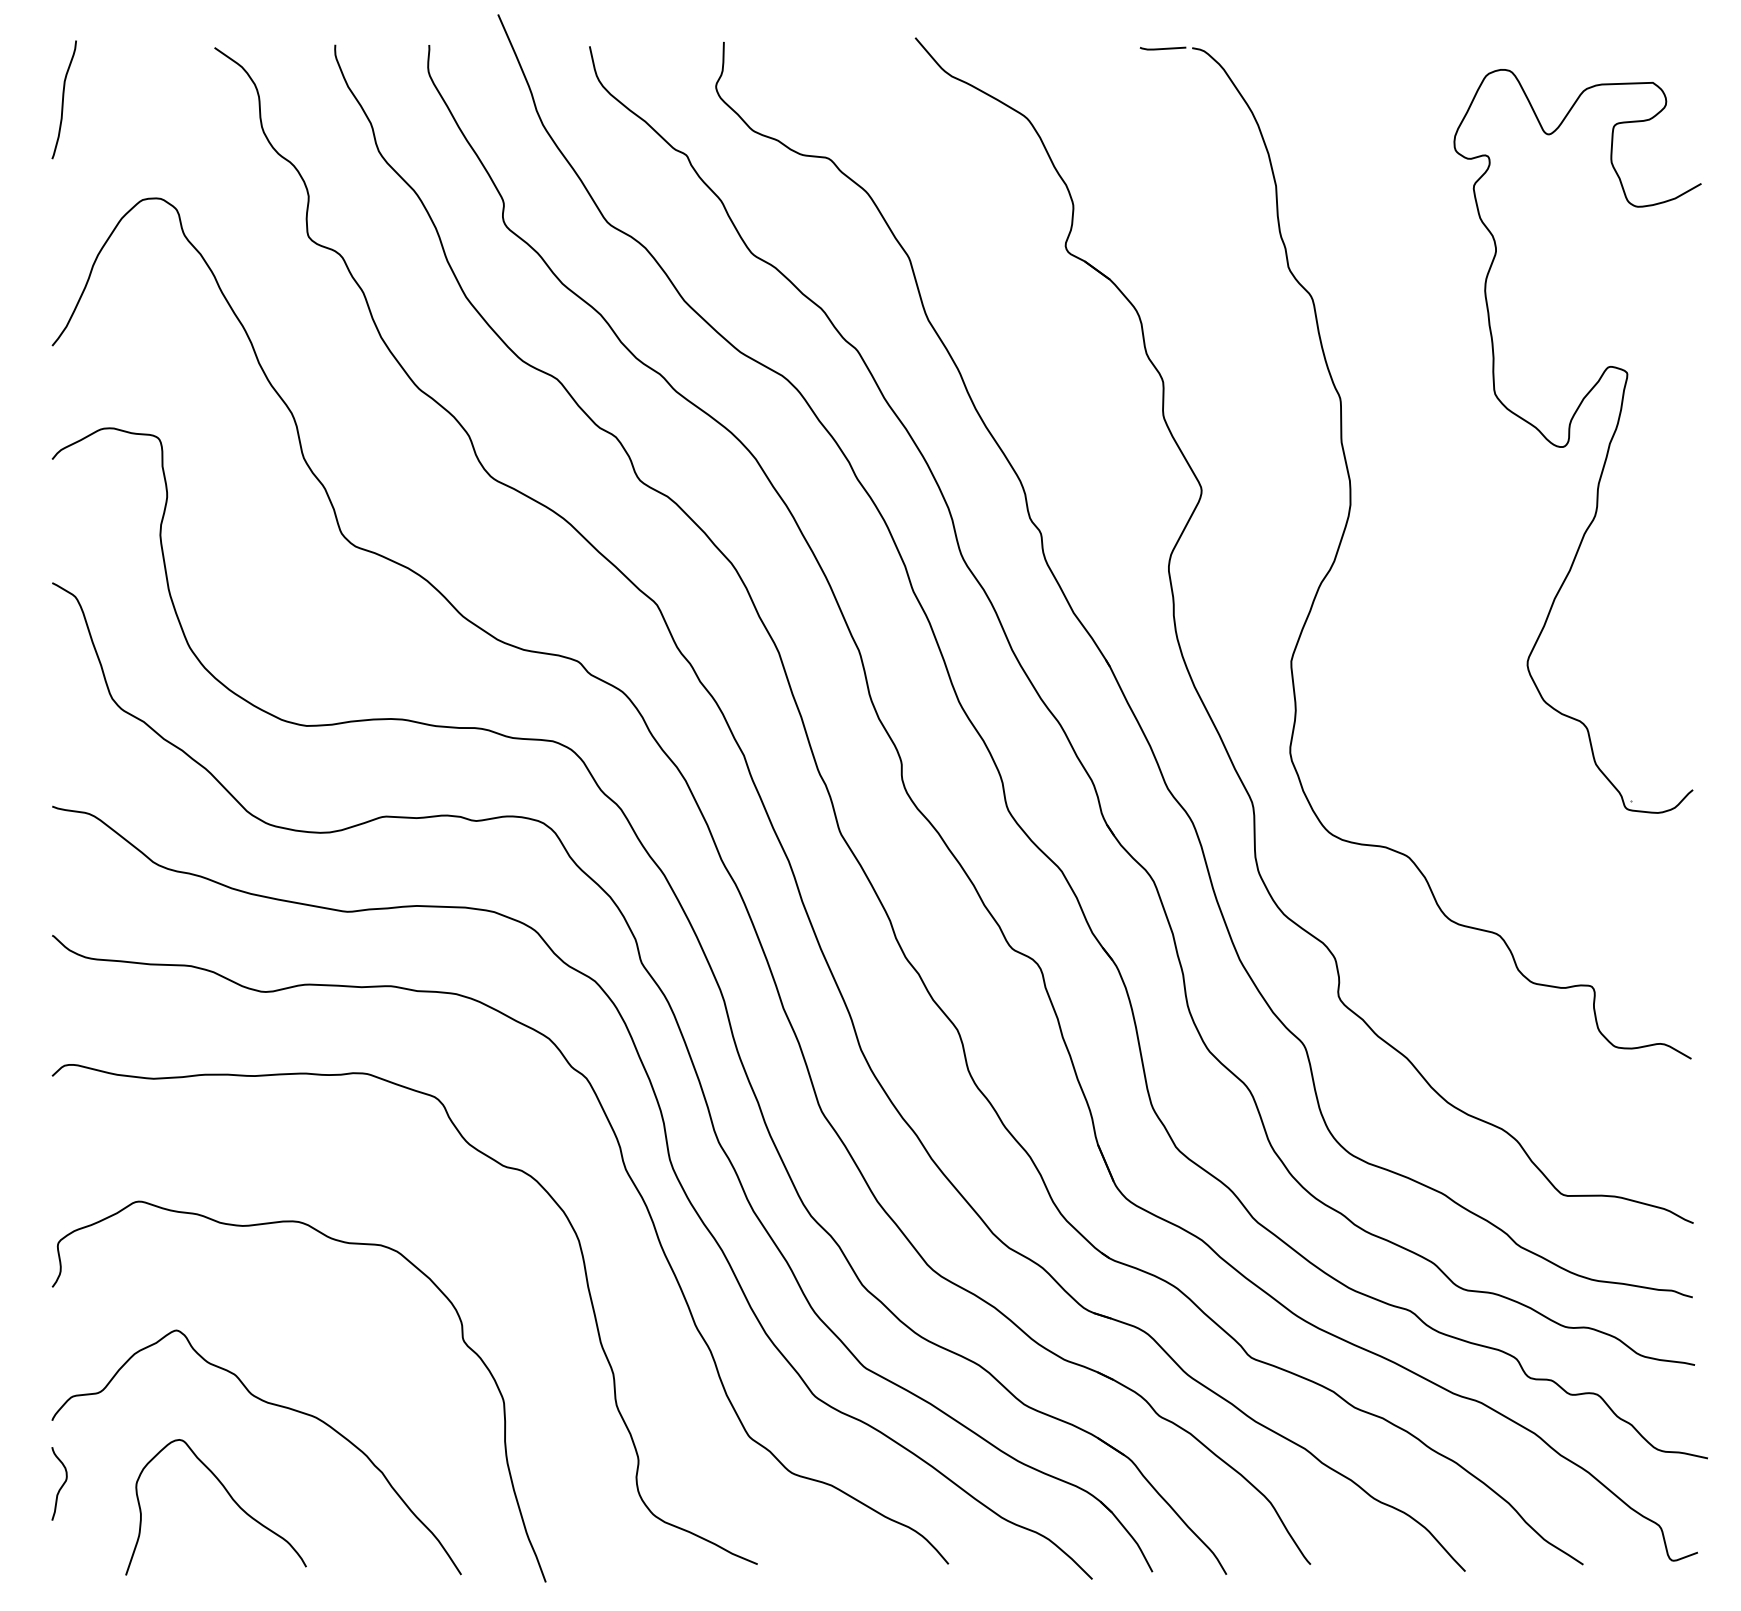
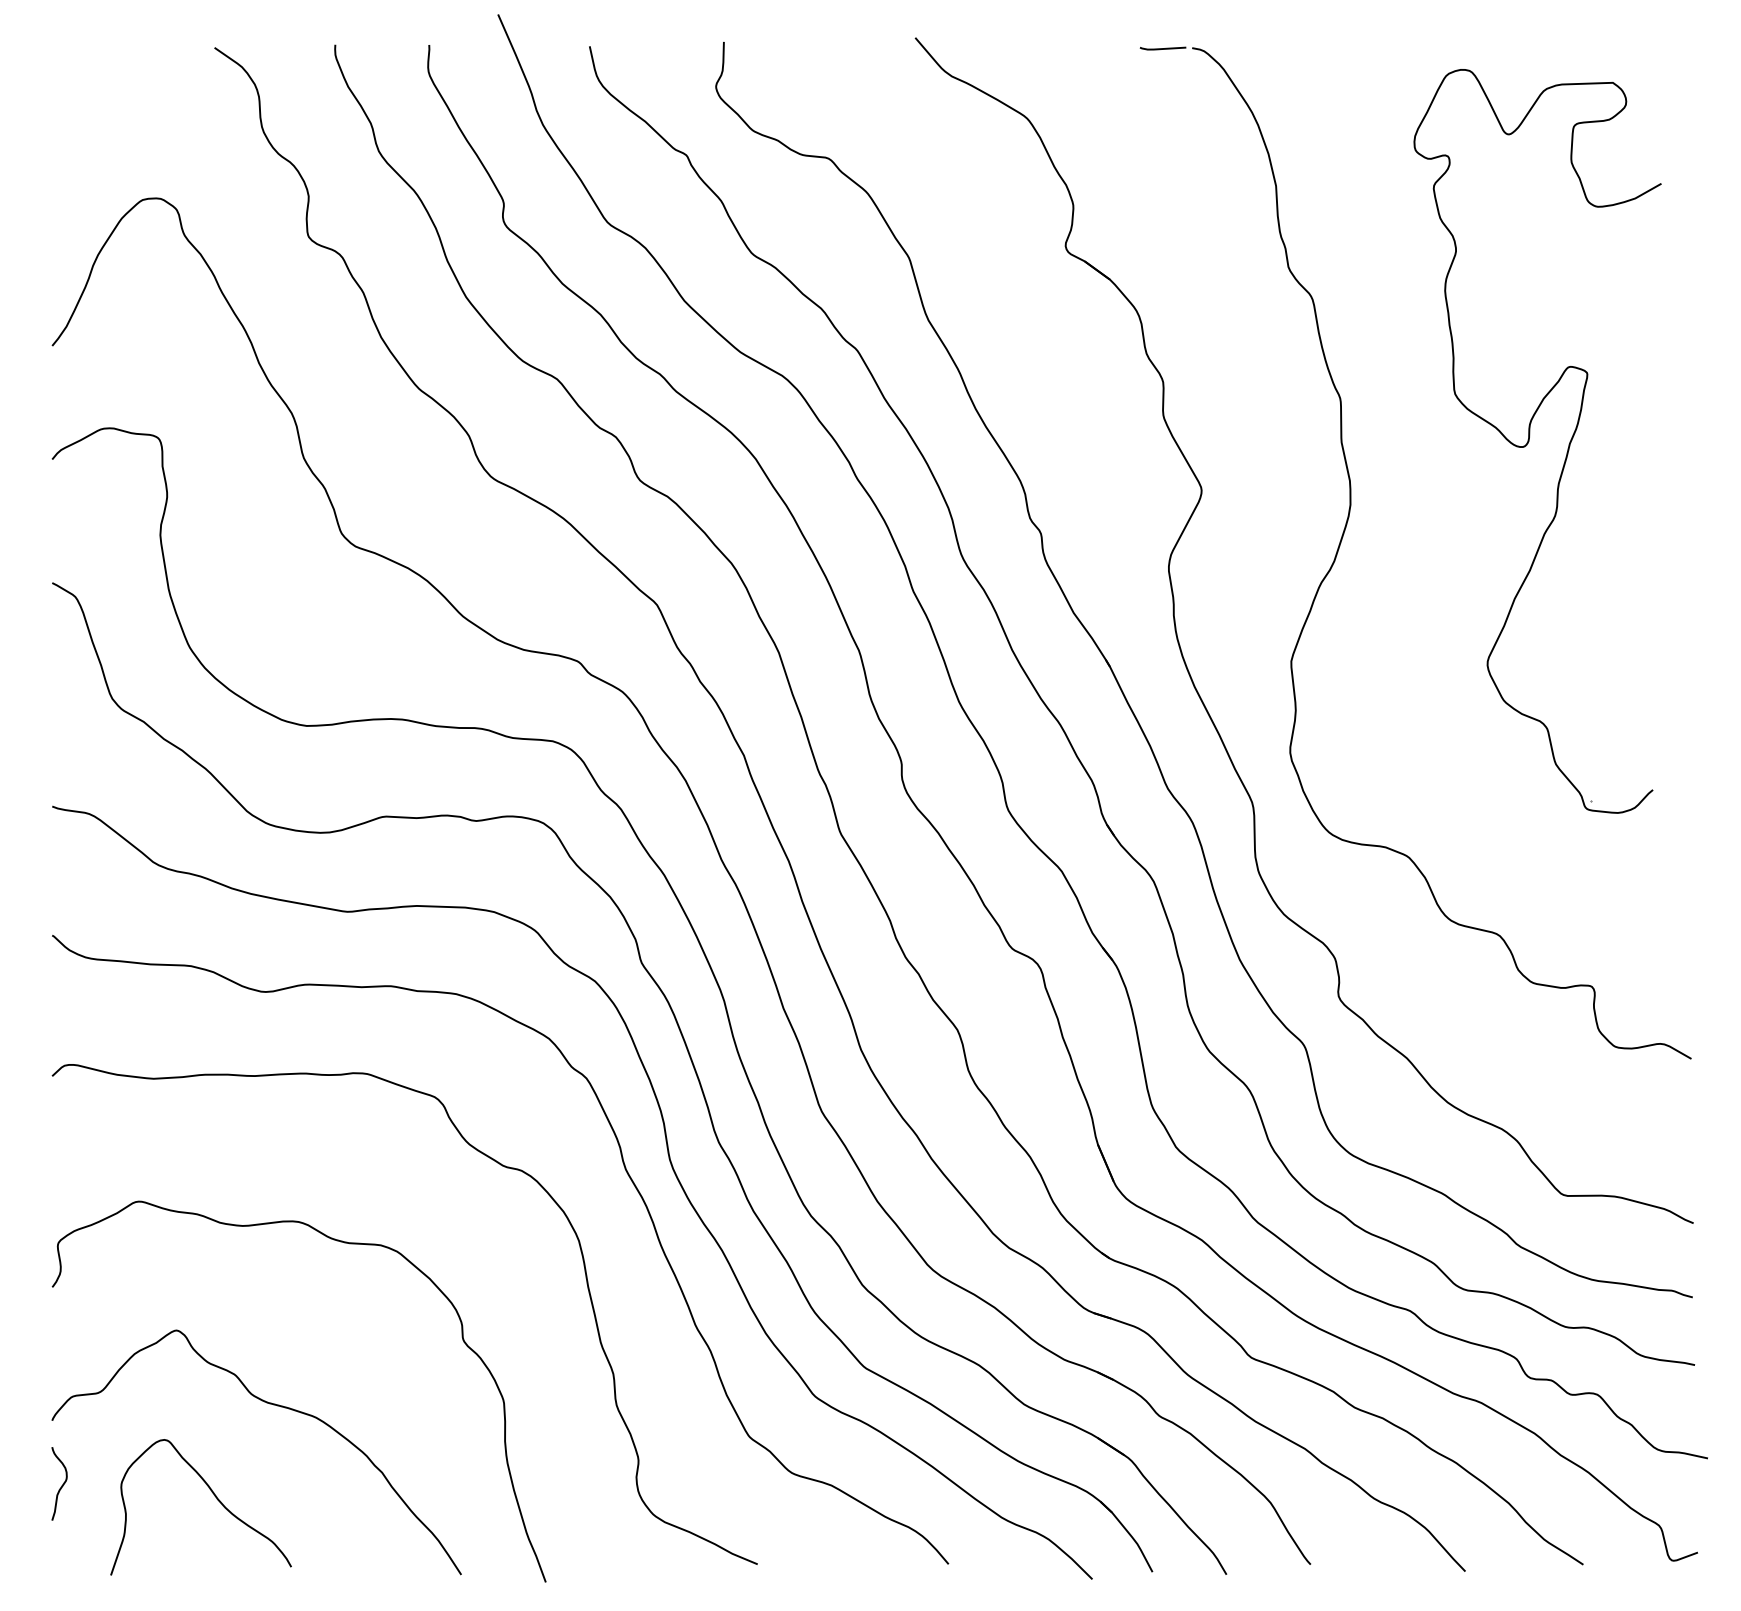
curve at (63, 99): present -> none
part at (1569, 441) position: (1569, 441) -> (1529, 441)
curve at (229, 1496) position: (229, 1496) -> (214, 1496)
